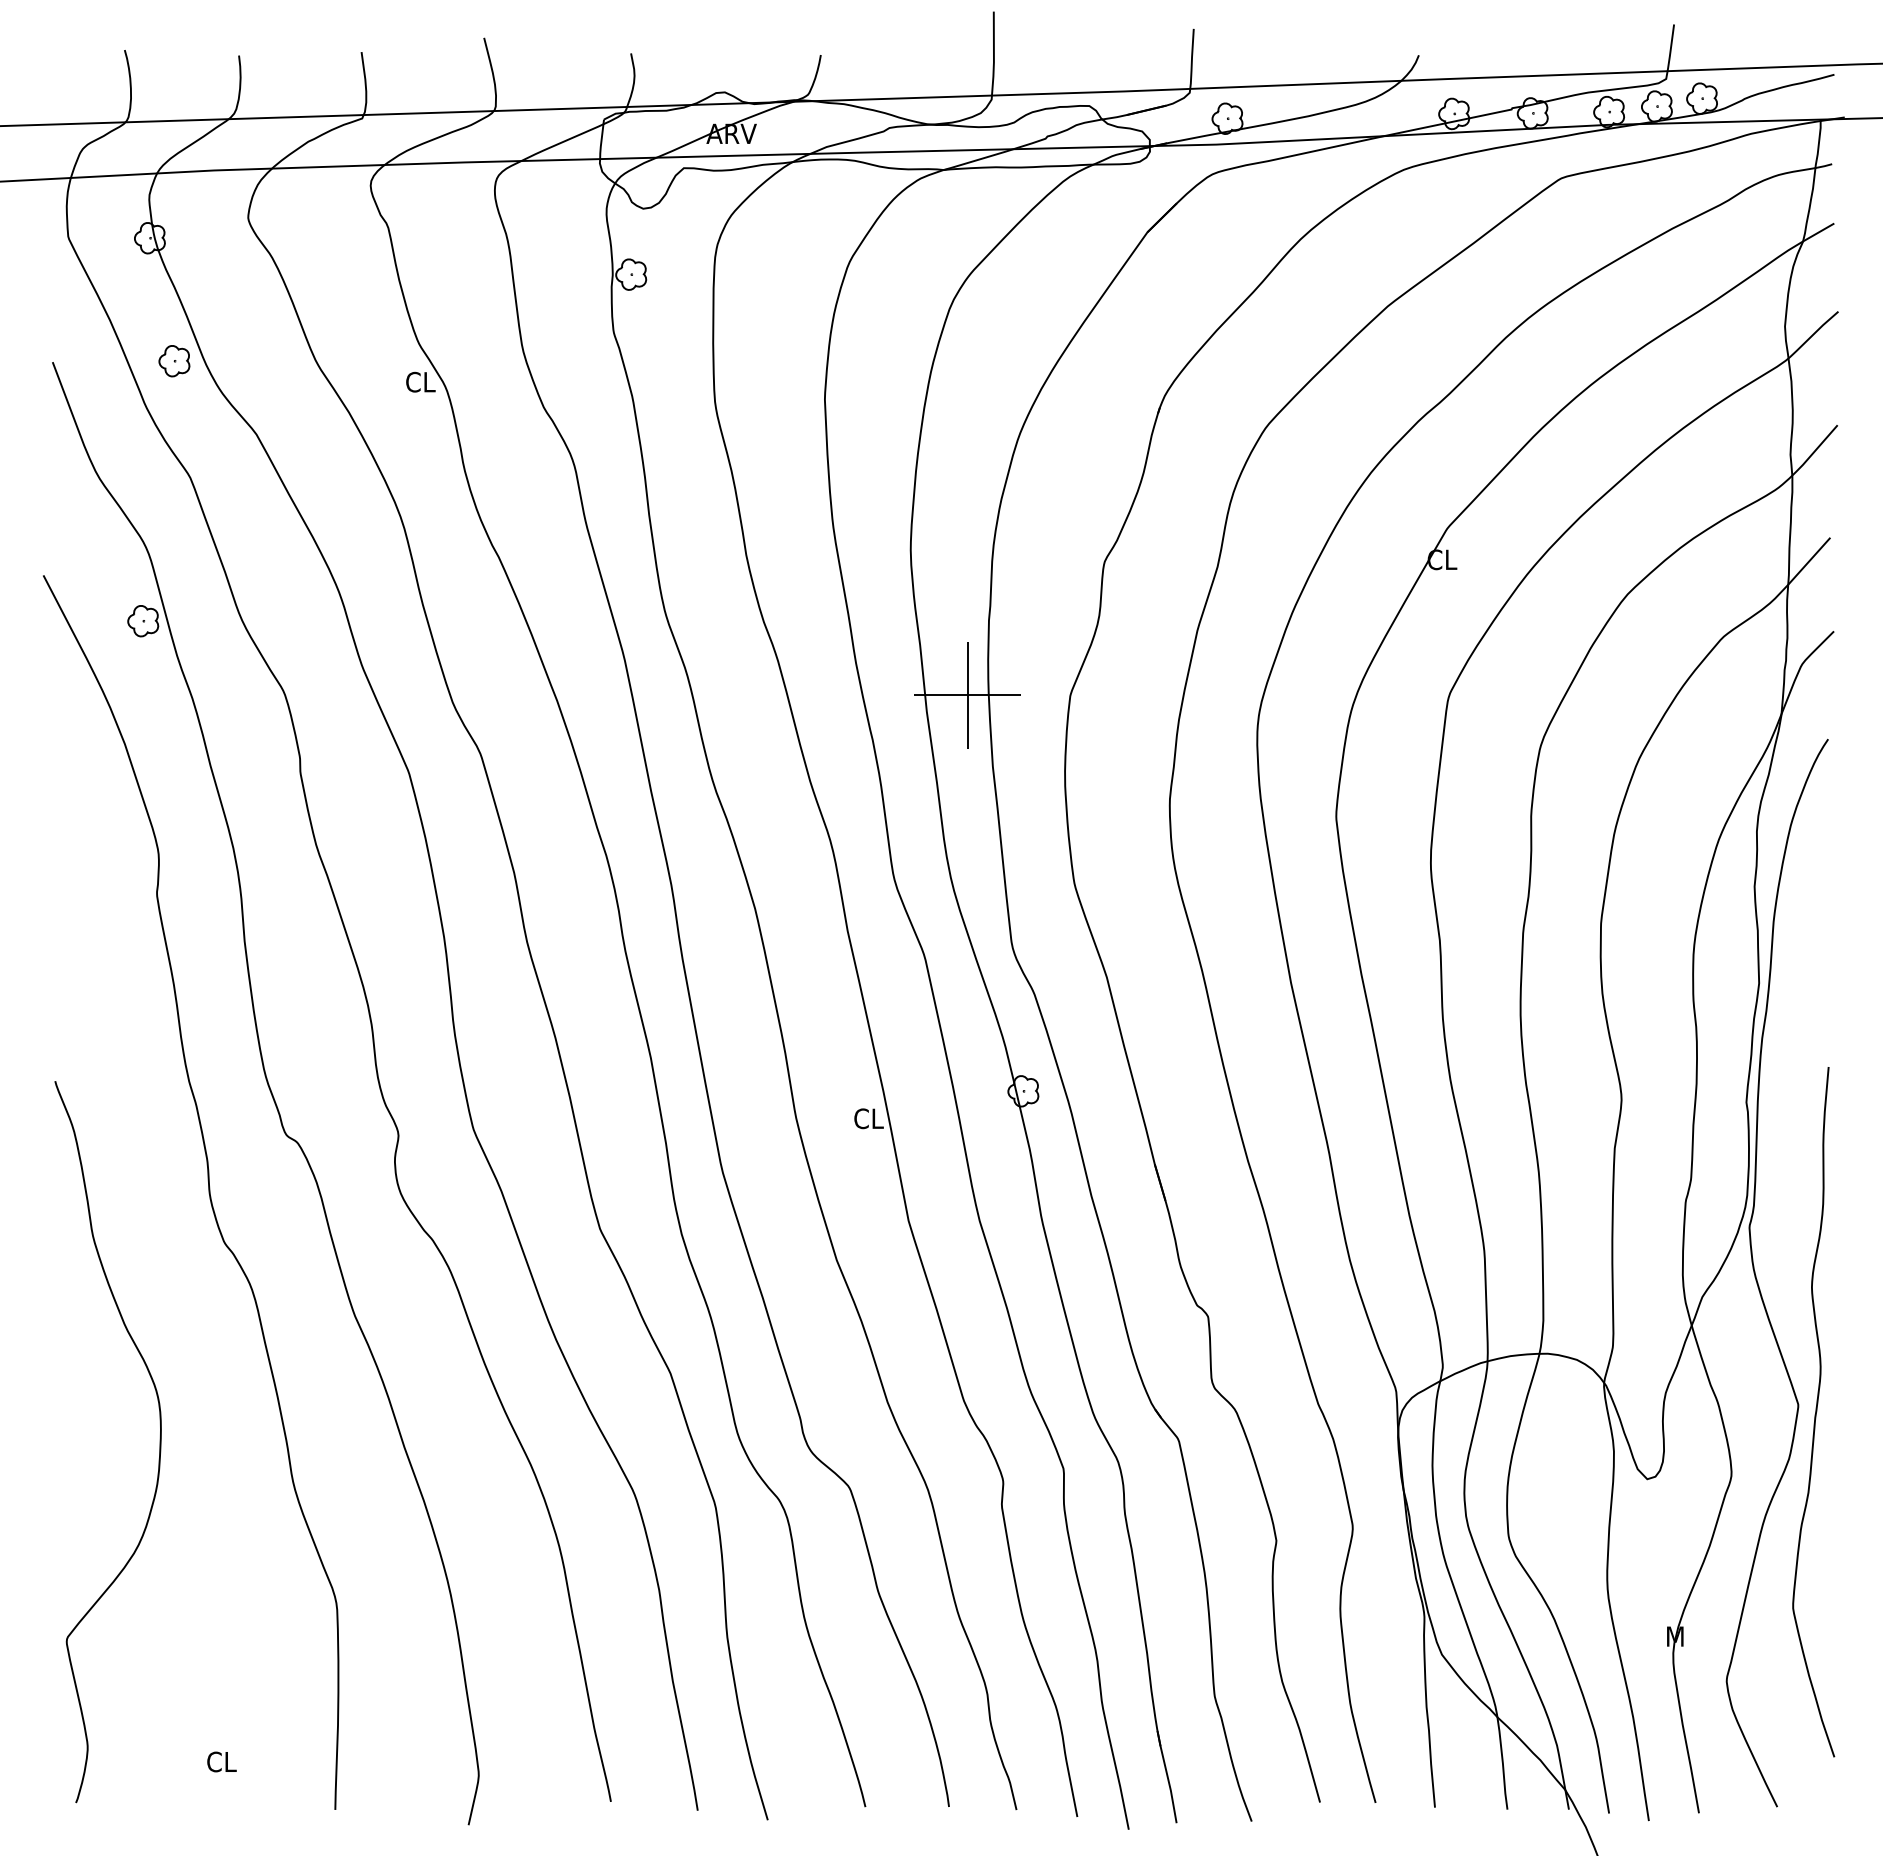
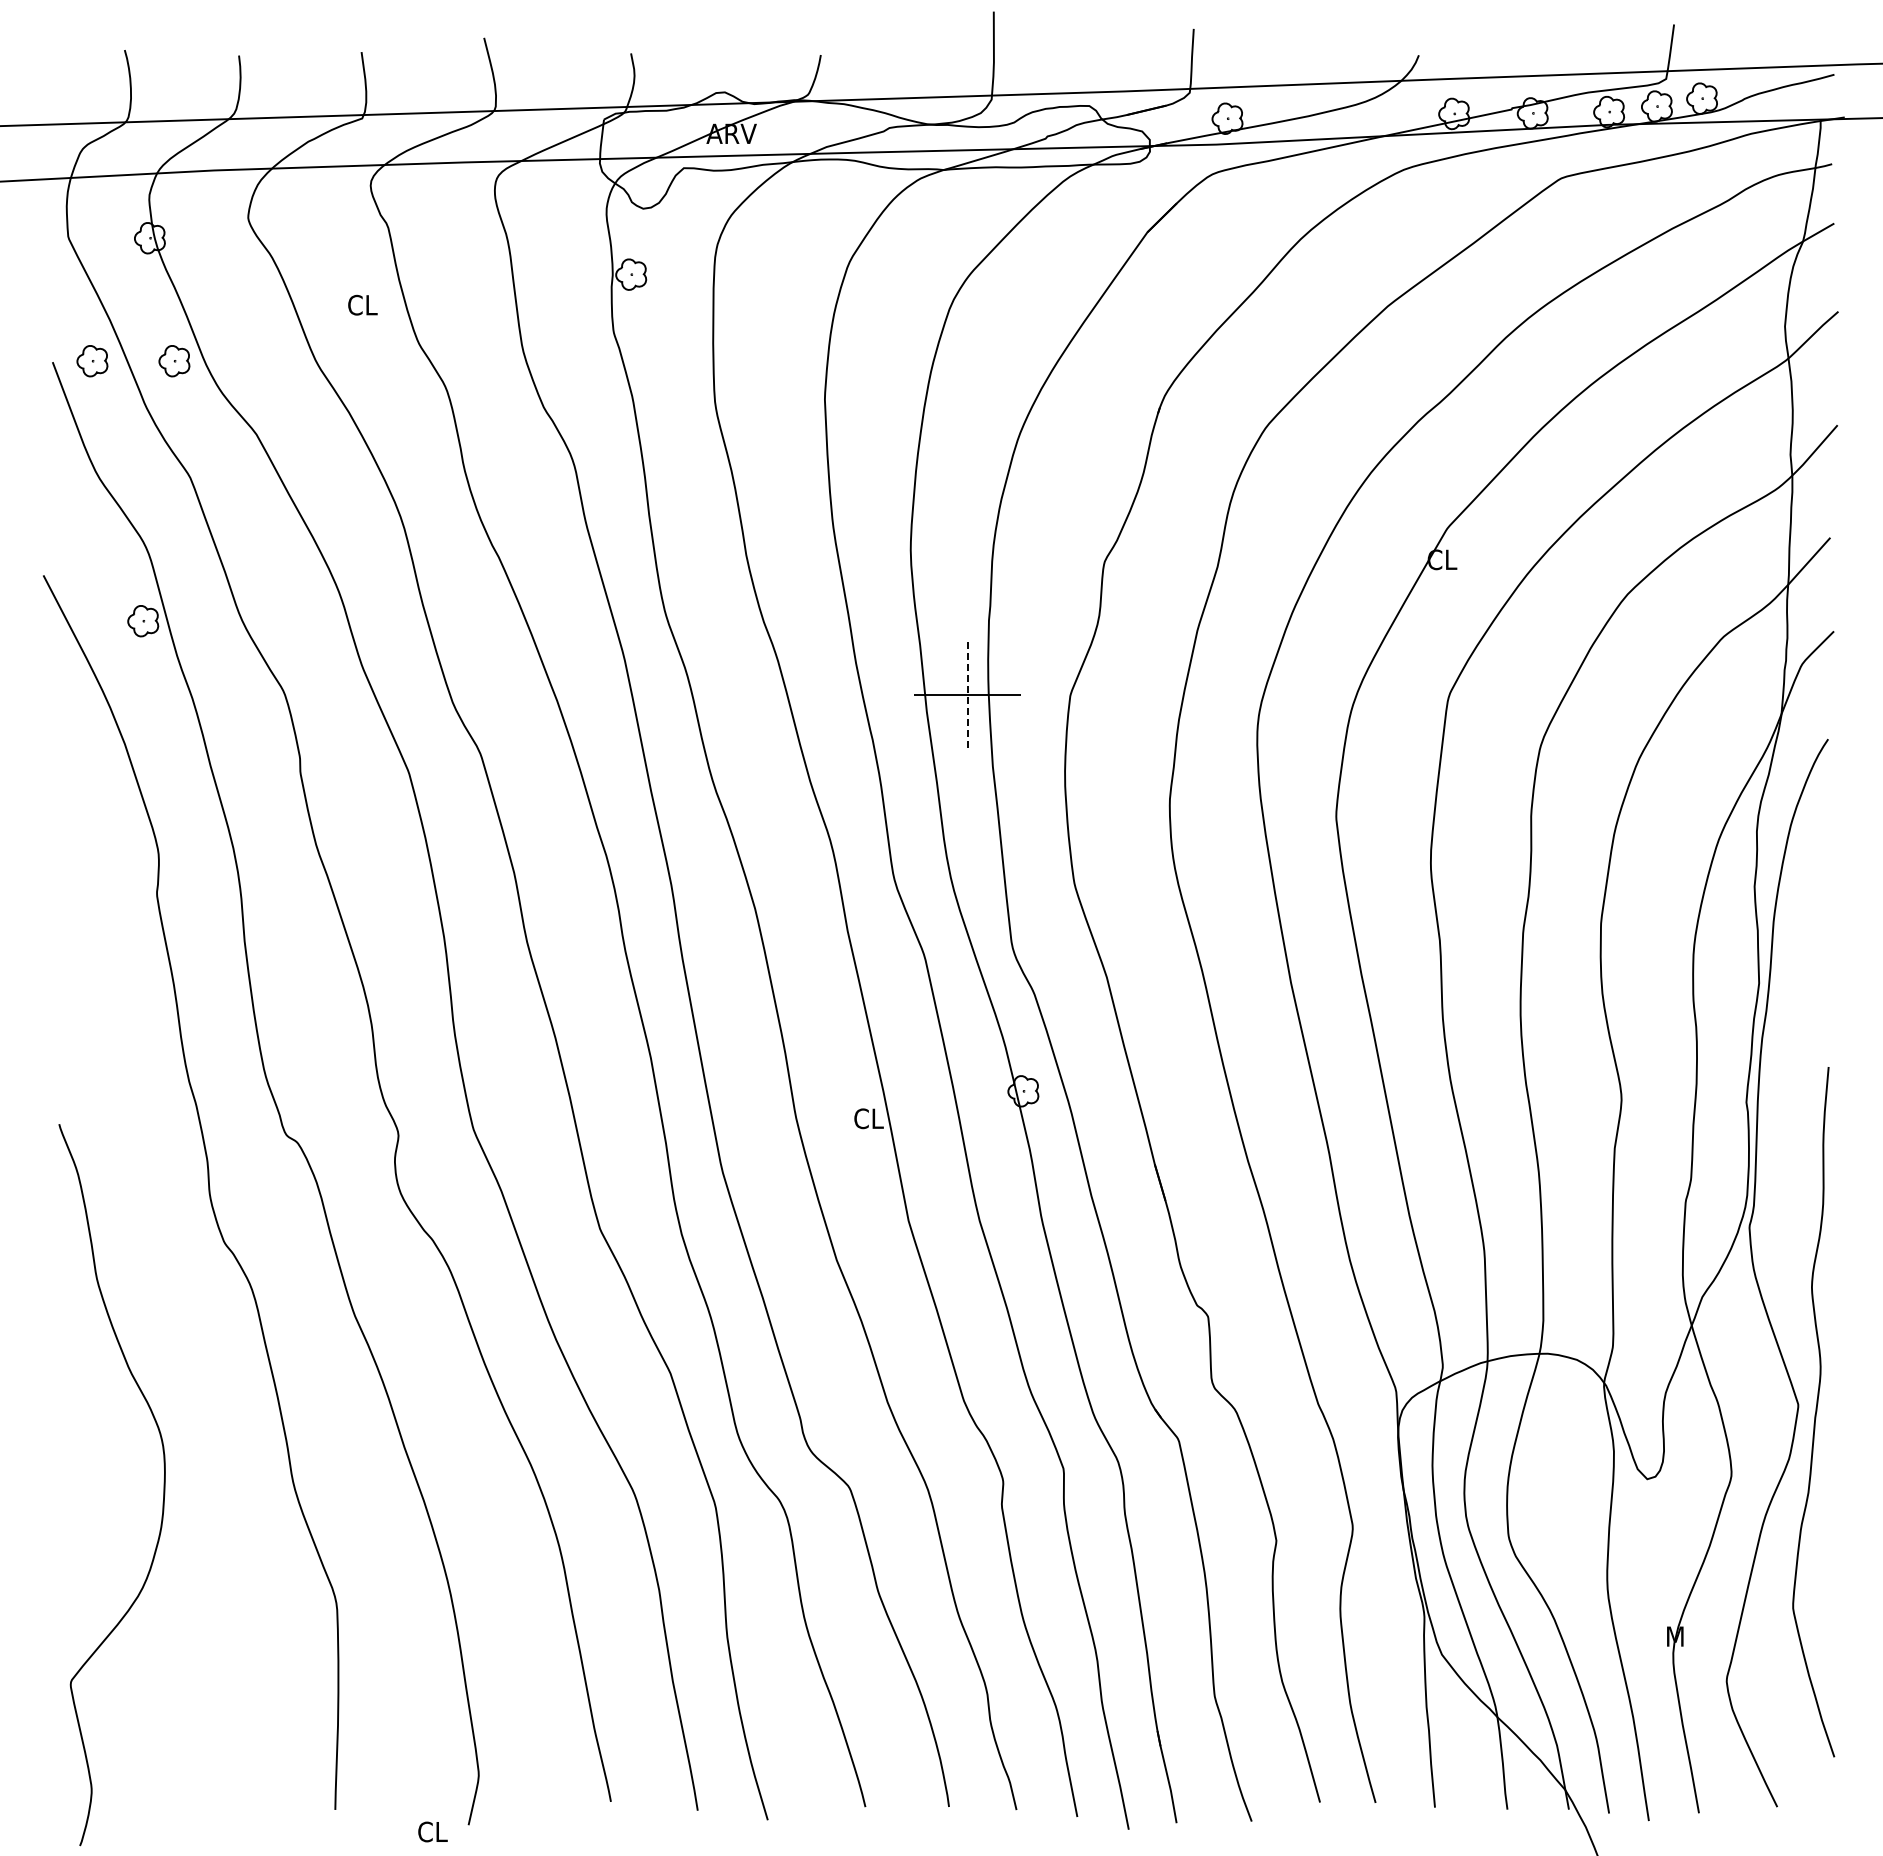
part at (92, 361): none -> present
text at (420, 381) position: (420, 381) -> (362, 304)
line at (967, 695): solid -> dashed
curve at (159, 1442) position: (159, 1442) -> (163, 1485)
text at (221, 1761) position: (221, 1761) -> (432, 1831)
